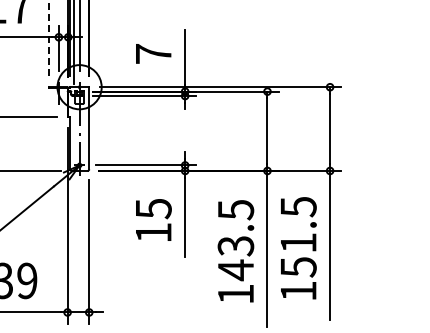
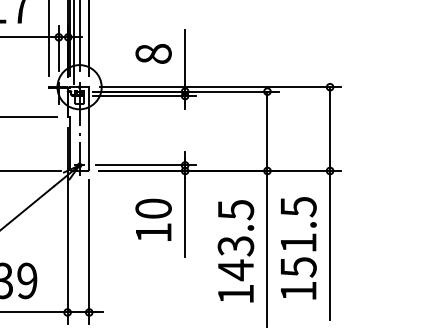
line at (49, 38): dashed -> solid
text at (153, 53): 7 -> 8
text at (153, 208): 15 -> 10
